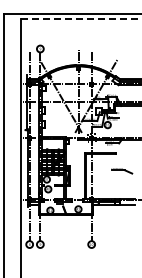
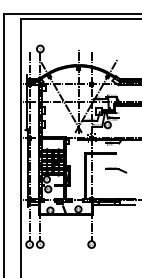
line at (81, 18): dashed -> solid
part at (122, 171) position: (122, 171) -> (116, 170)
